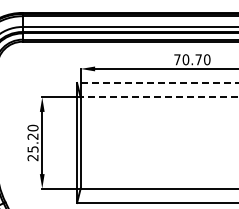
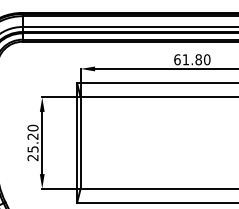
text at (187, 59): 70.70 -> 61.80
line at (157, 83): dashed -> solid
line at (159, 97): dashed -> solid
